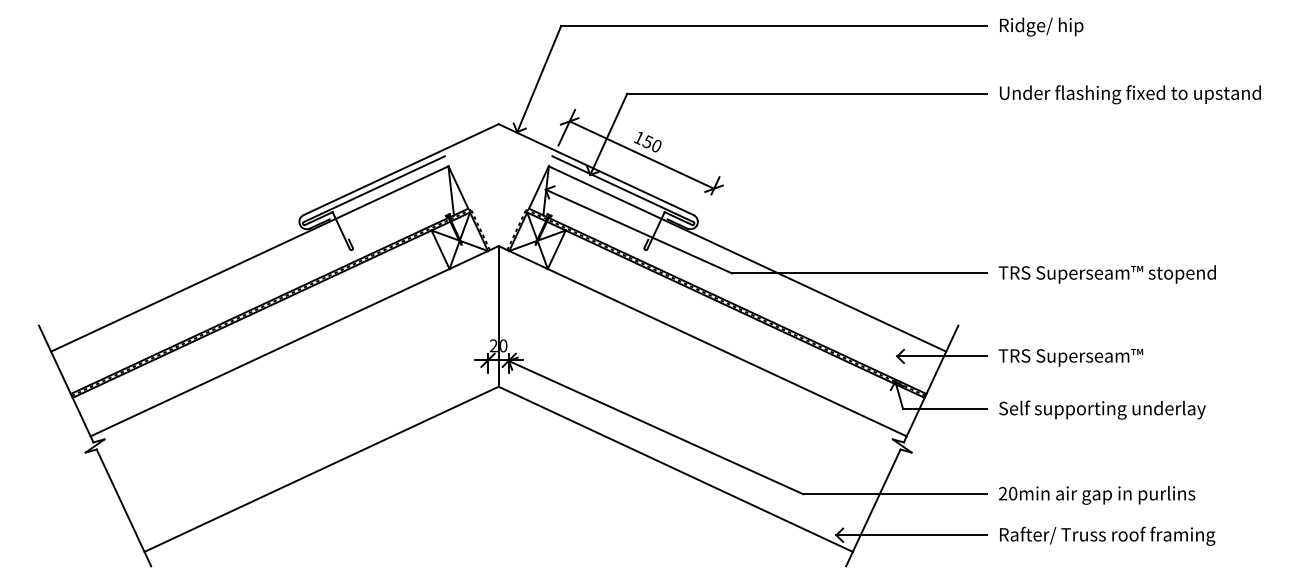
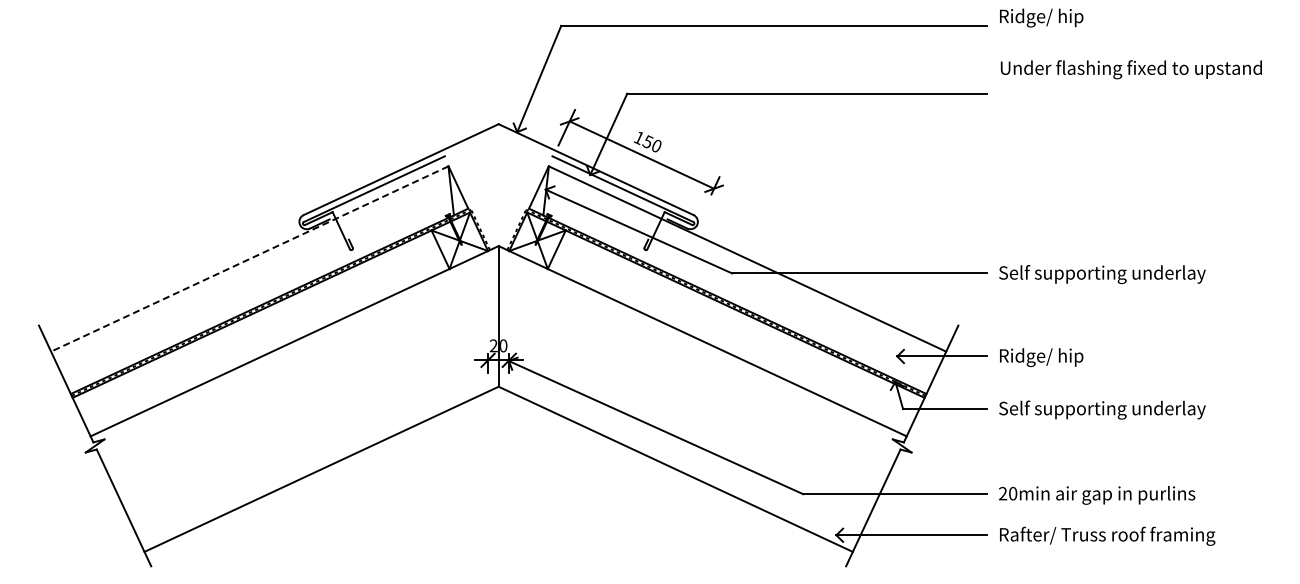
text at (1041, 26) position: (1041, 26) -> (1041, 17)
text at (1129, 94) position: (1129, 94) -> (1130, 69)
line at (249, 259): solid -> dashed
text at (1106, 274): TRS Superseam™ stopend -> Self supporting underlay
text at (1070, 357): TRS Superseam™ -> Ridge/ hip
